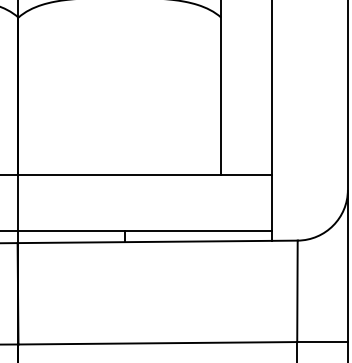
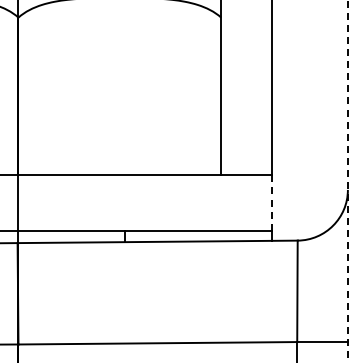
line at (347, 181): solid -> dashed
line at (271, 202): solid -> dashed
